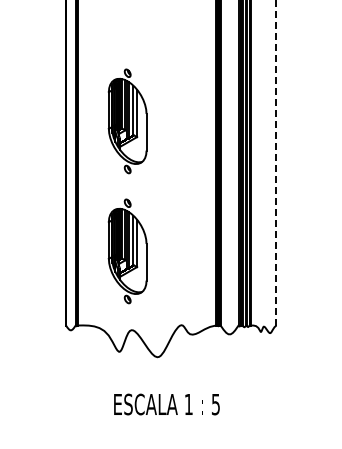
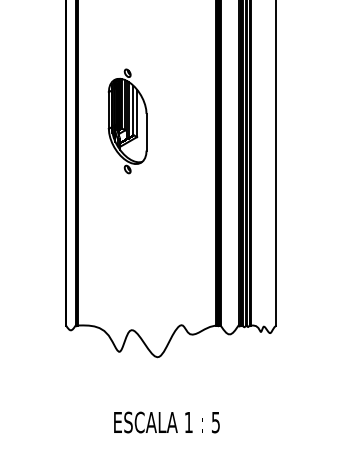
line at (276, 162): dashed -> solid
part at (127, 251): present -> none
text at (166, 404) position: (166, 404) -> (166, 422)
